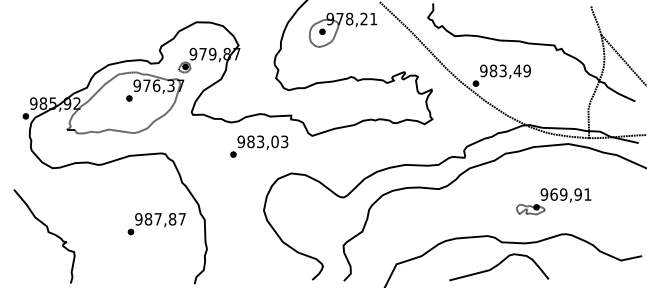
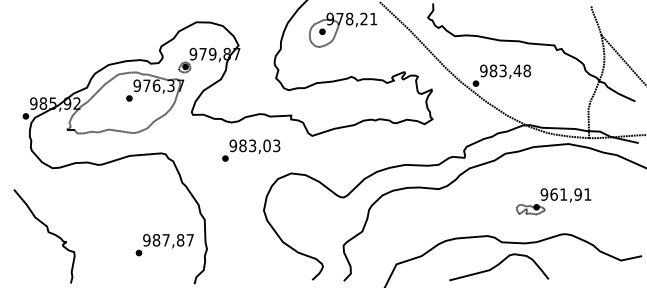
text at (526, 70): 983,49 -> 983,48
text at (259, 146) position: (259, 146) -> (251, 150)
text at (563, 194): 969,91 -> 961,91
text at (156, 224) position: (156, 224) -> (164, 245)
